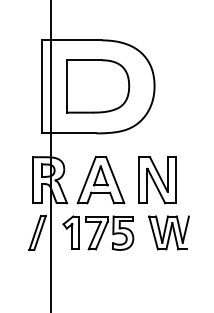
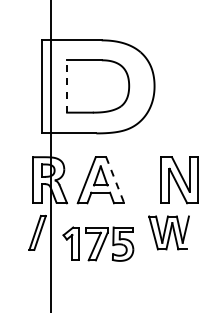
line at (67, 85): solid -> dashed
line at (115, 180): solid -> dashed
part at (157, 180) position: (157, 180) -> (179, 180)
part at (98, 232) position: (98, 232) -> (98, 243)
